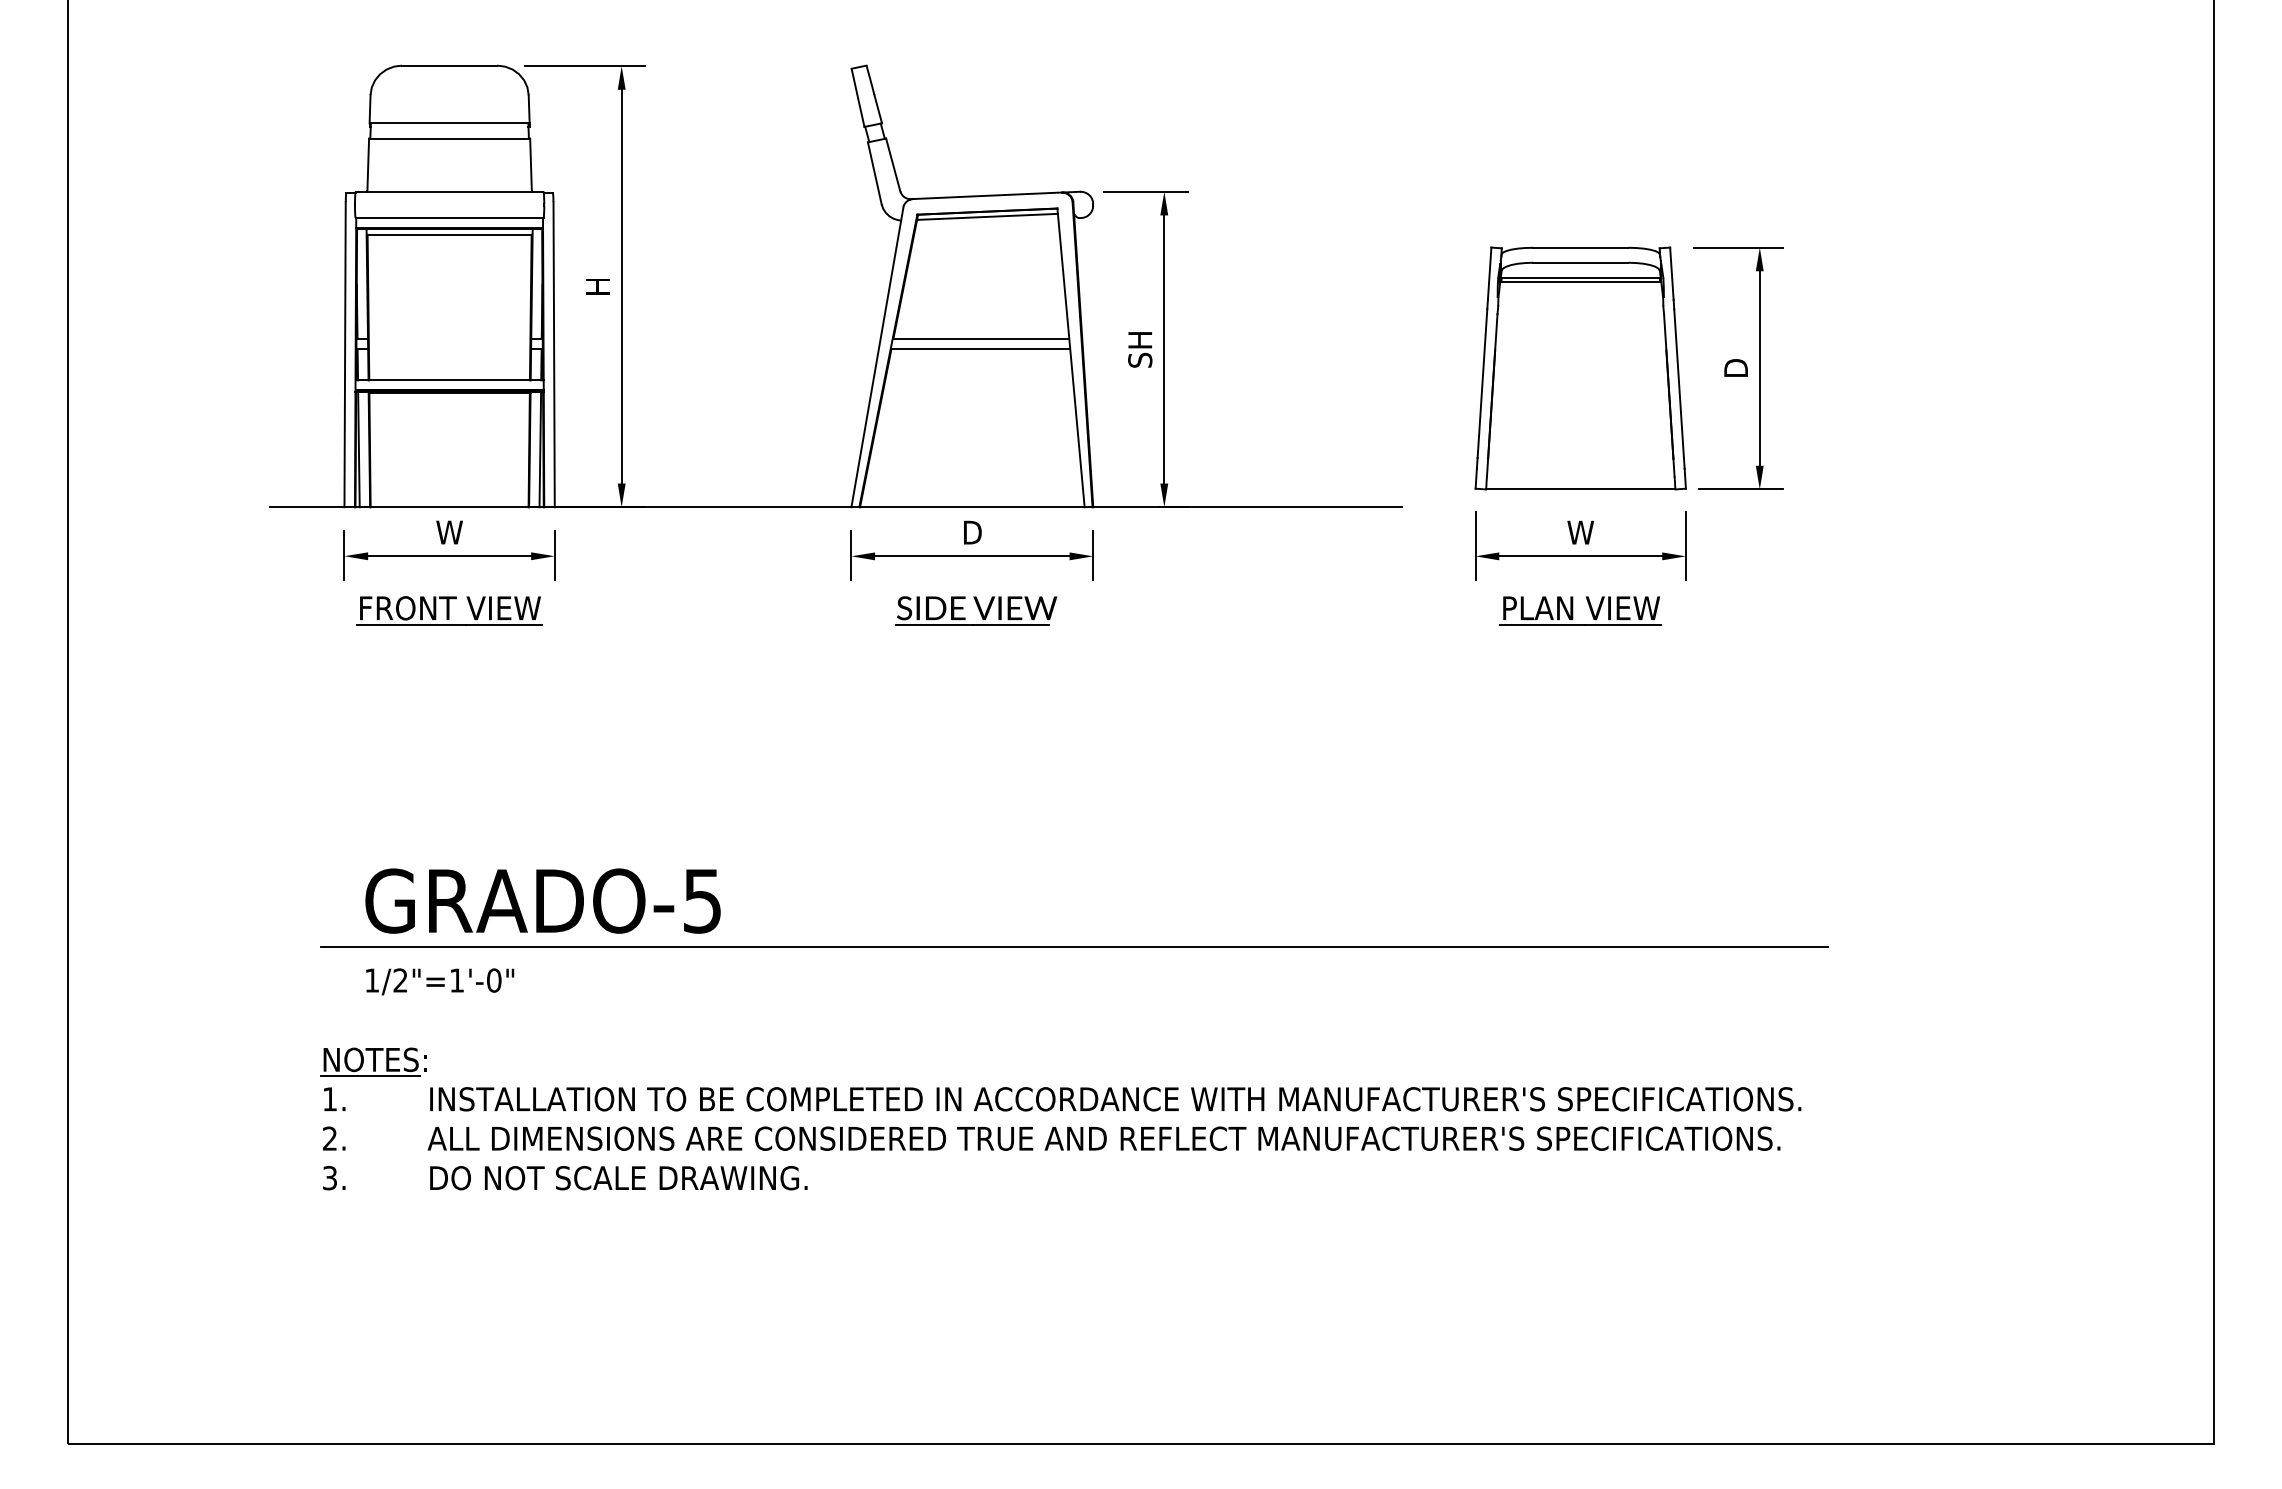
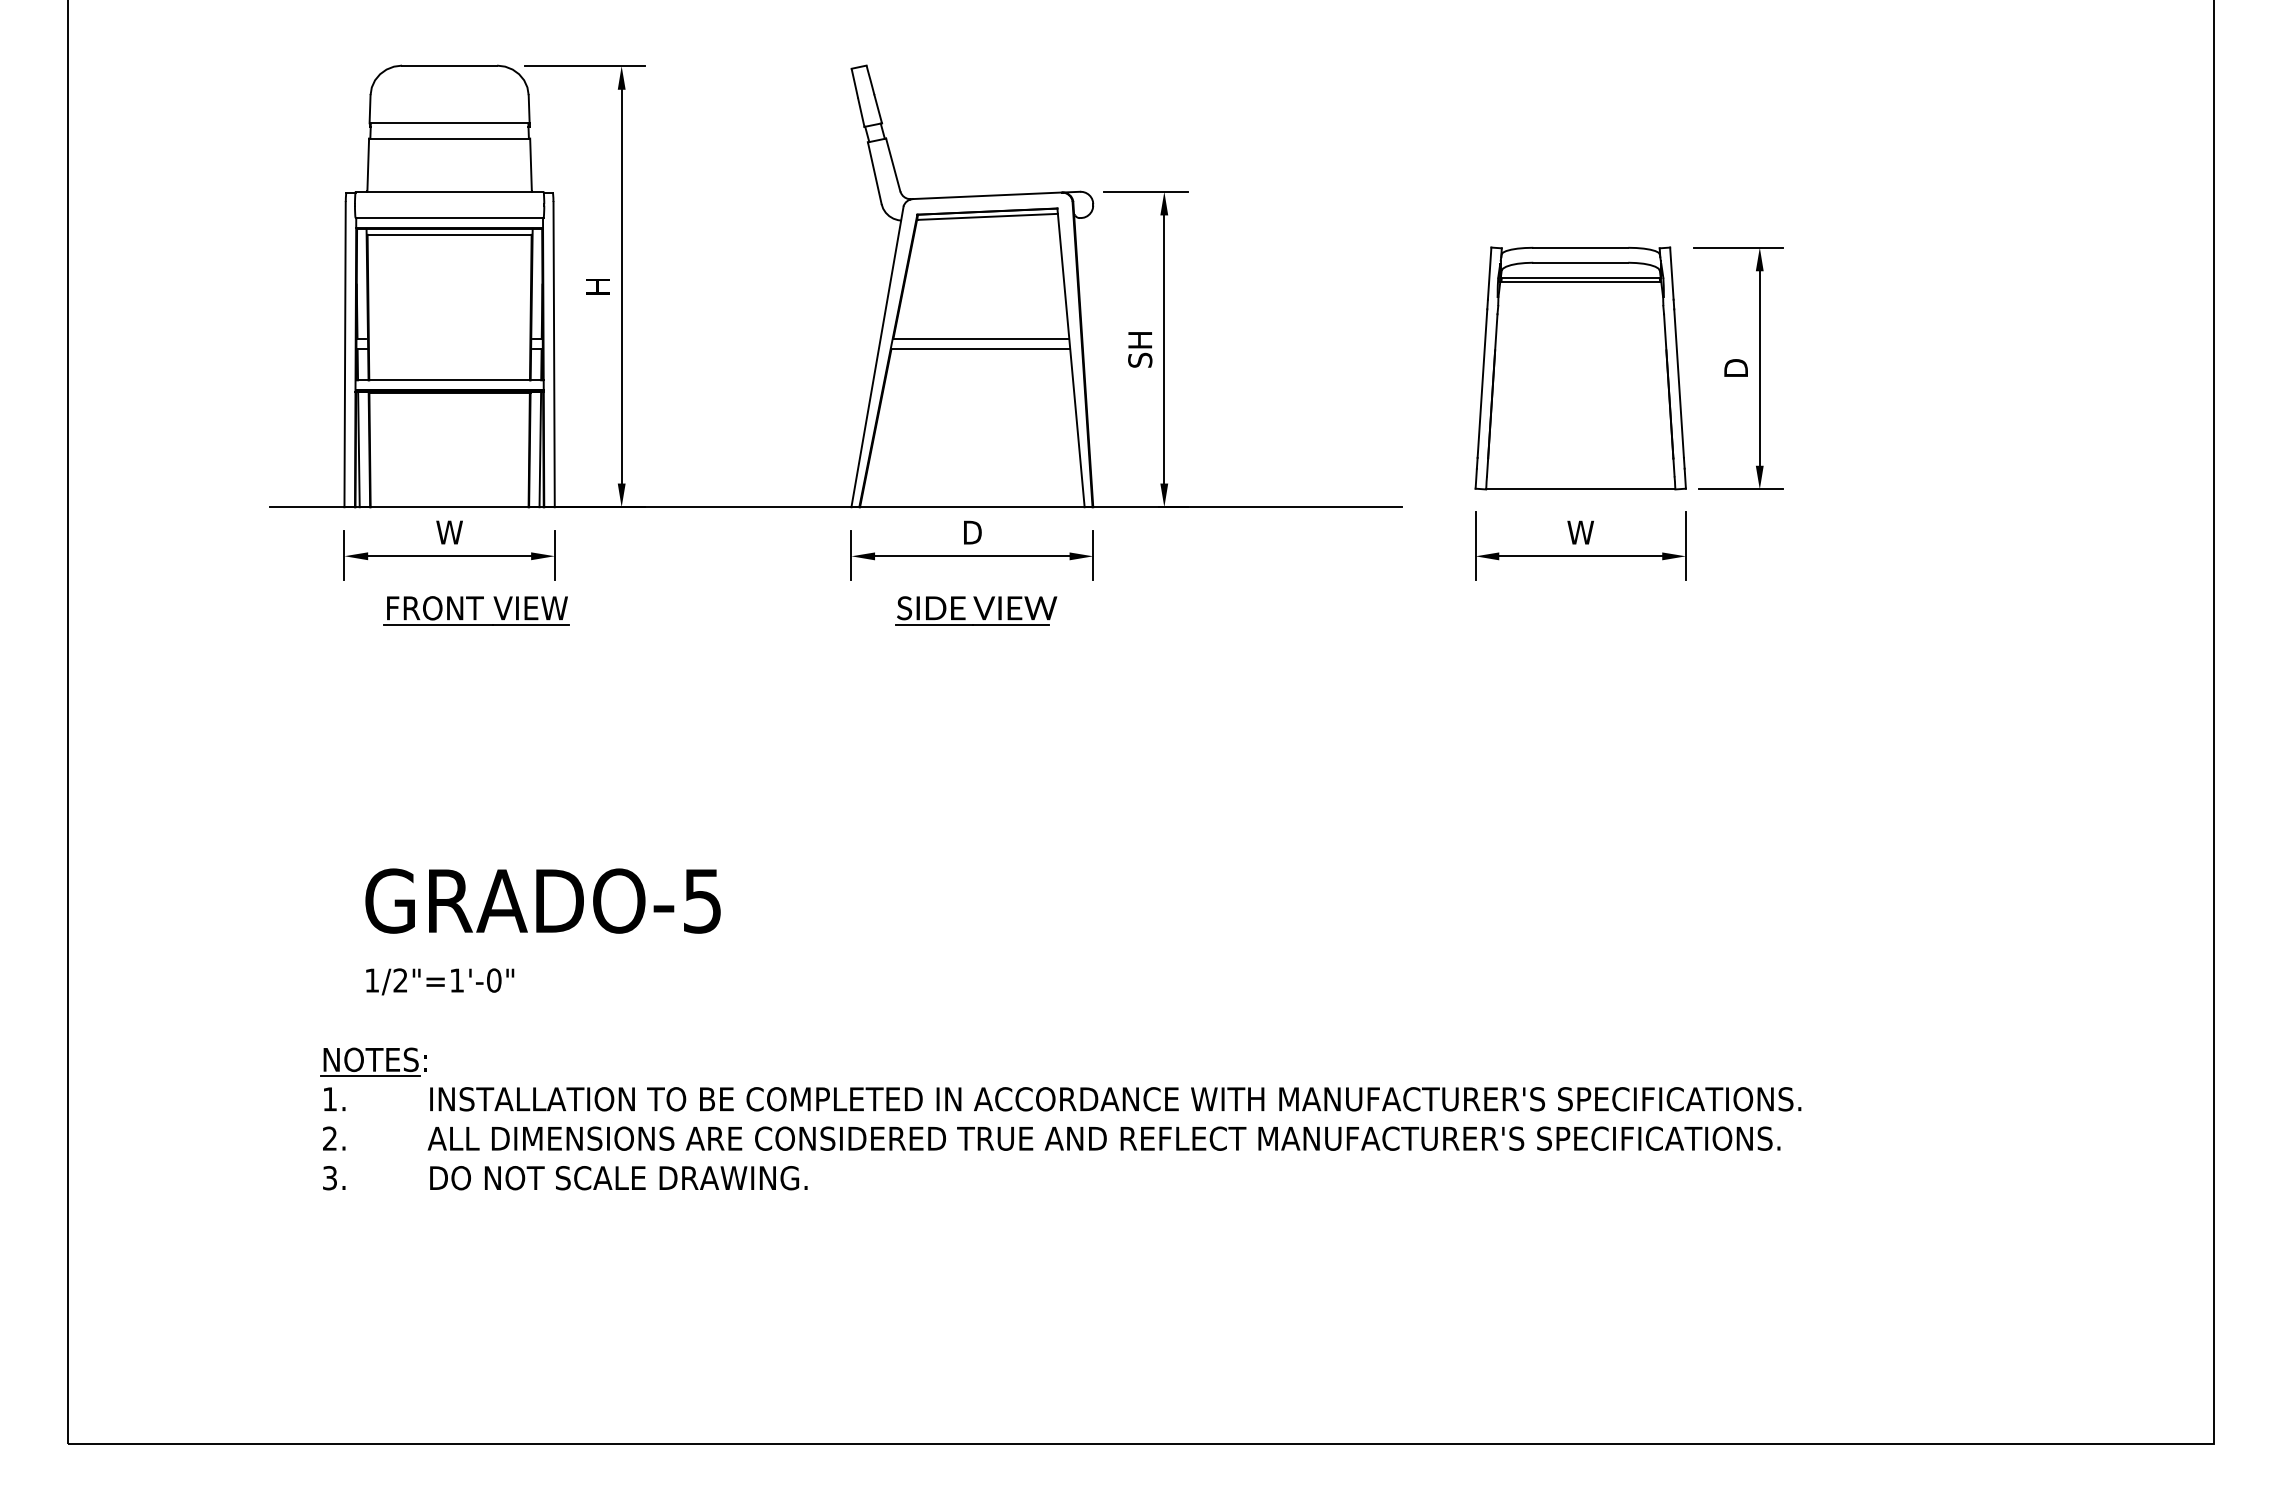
part at (449, 610) position: (449, 610) -> (476, 610)
part at (1573, 610): present -> none
line at (1074, 947): present -> none
